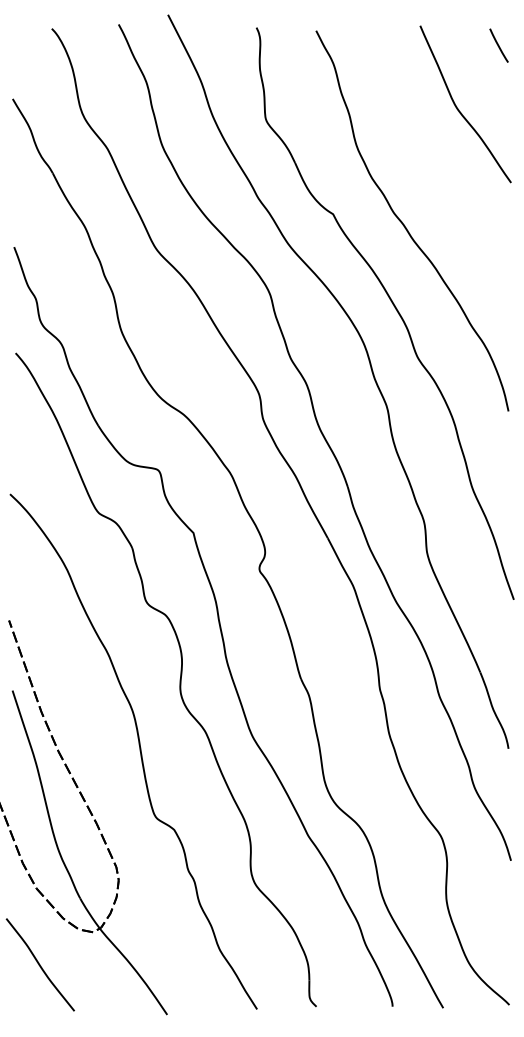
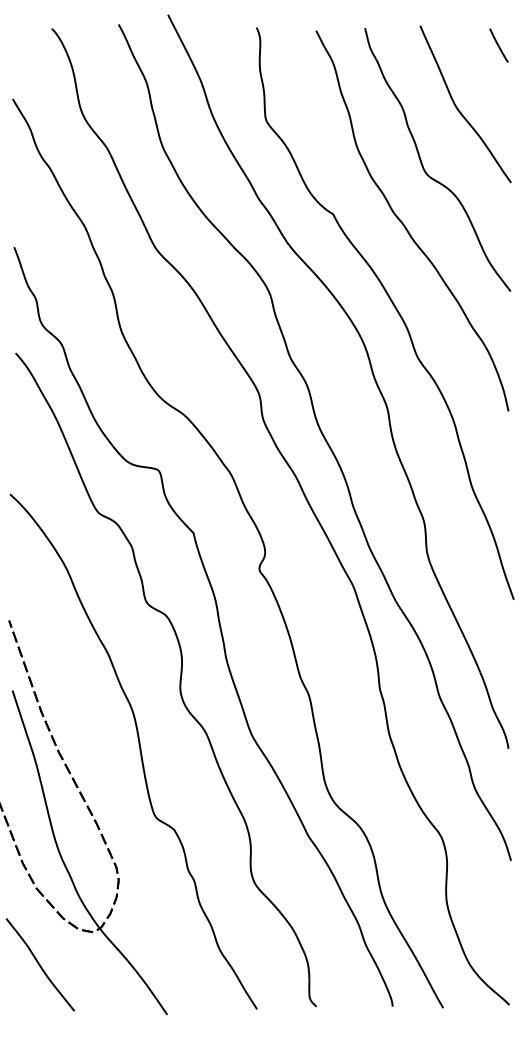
part at (423, 165): none -> present
